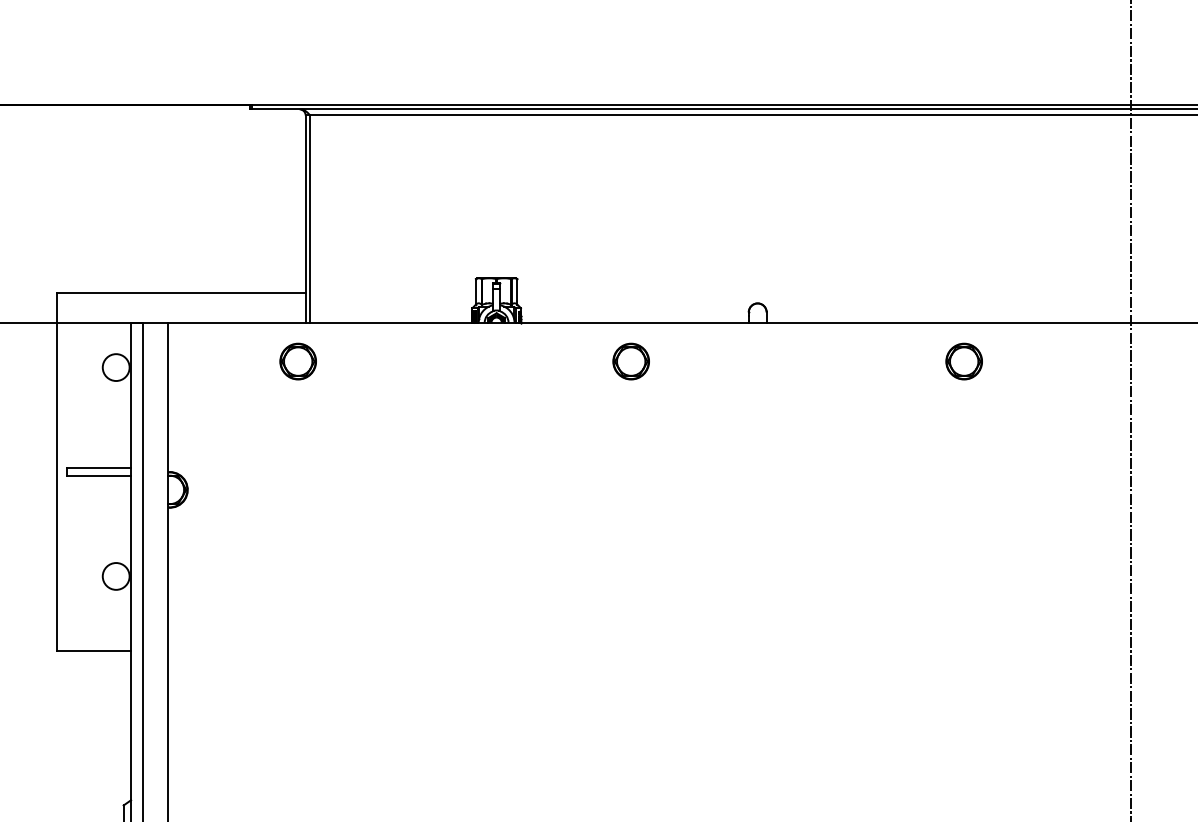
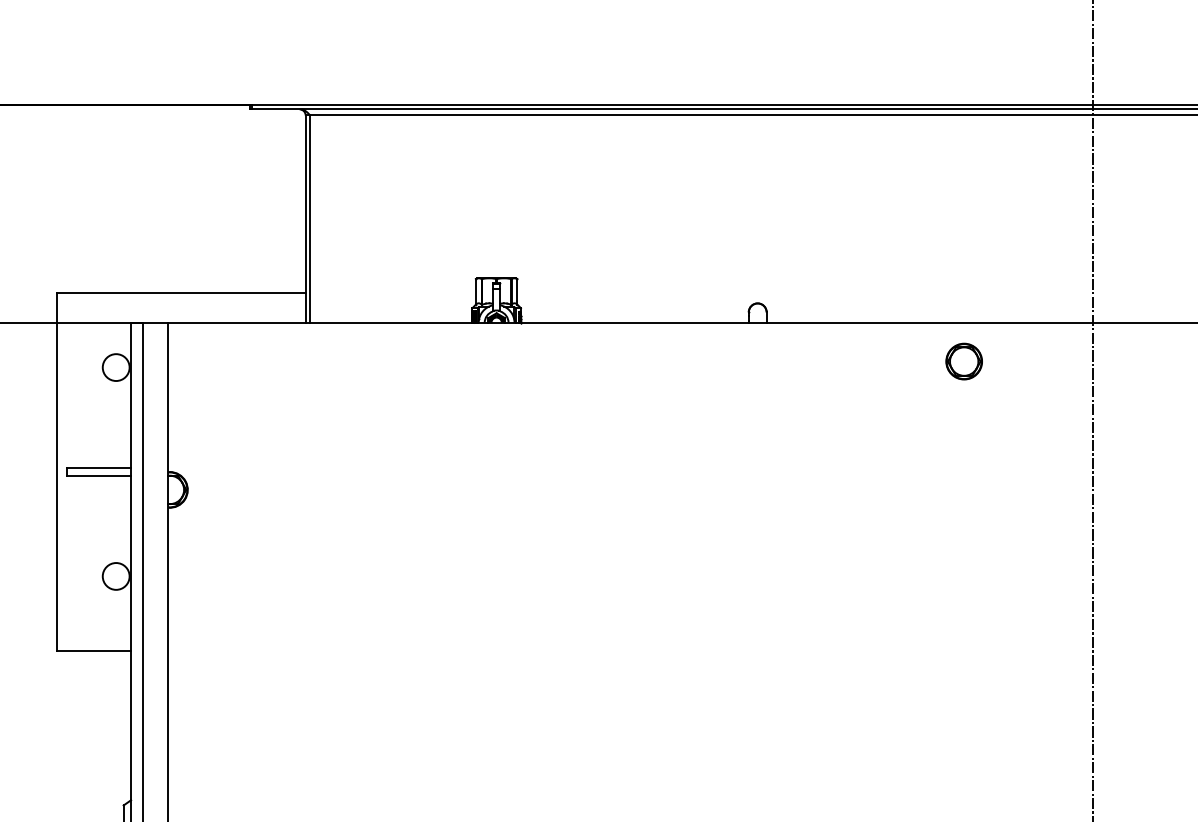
part at (297, 361): present -> none
part at (630, 361): present -> none
line at (1130, 410) position: (1130, 410) -> (1092, 410)
